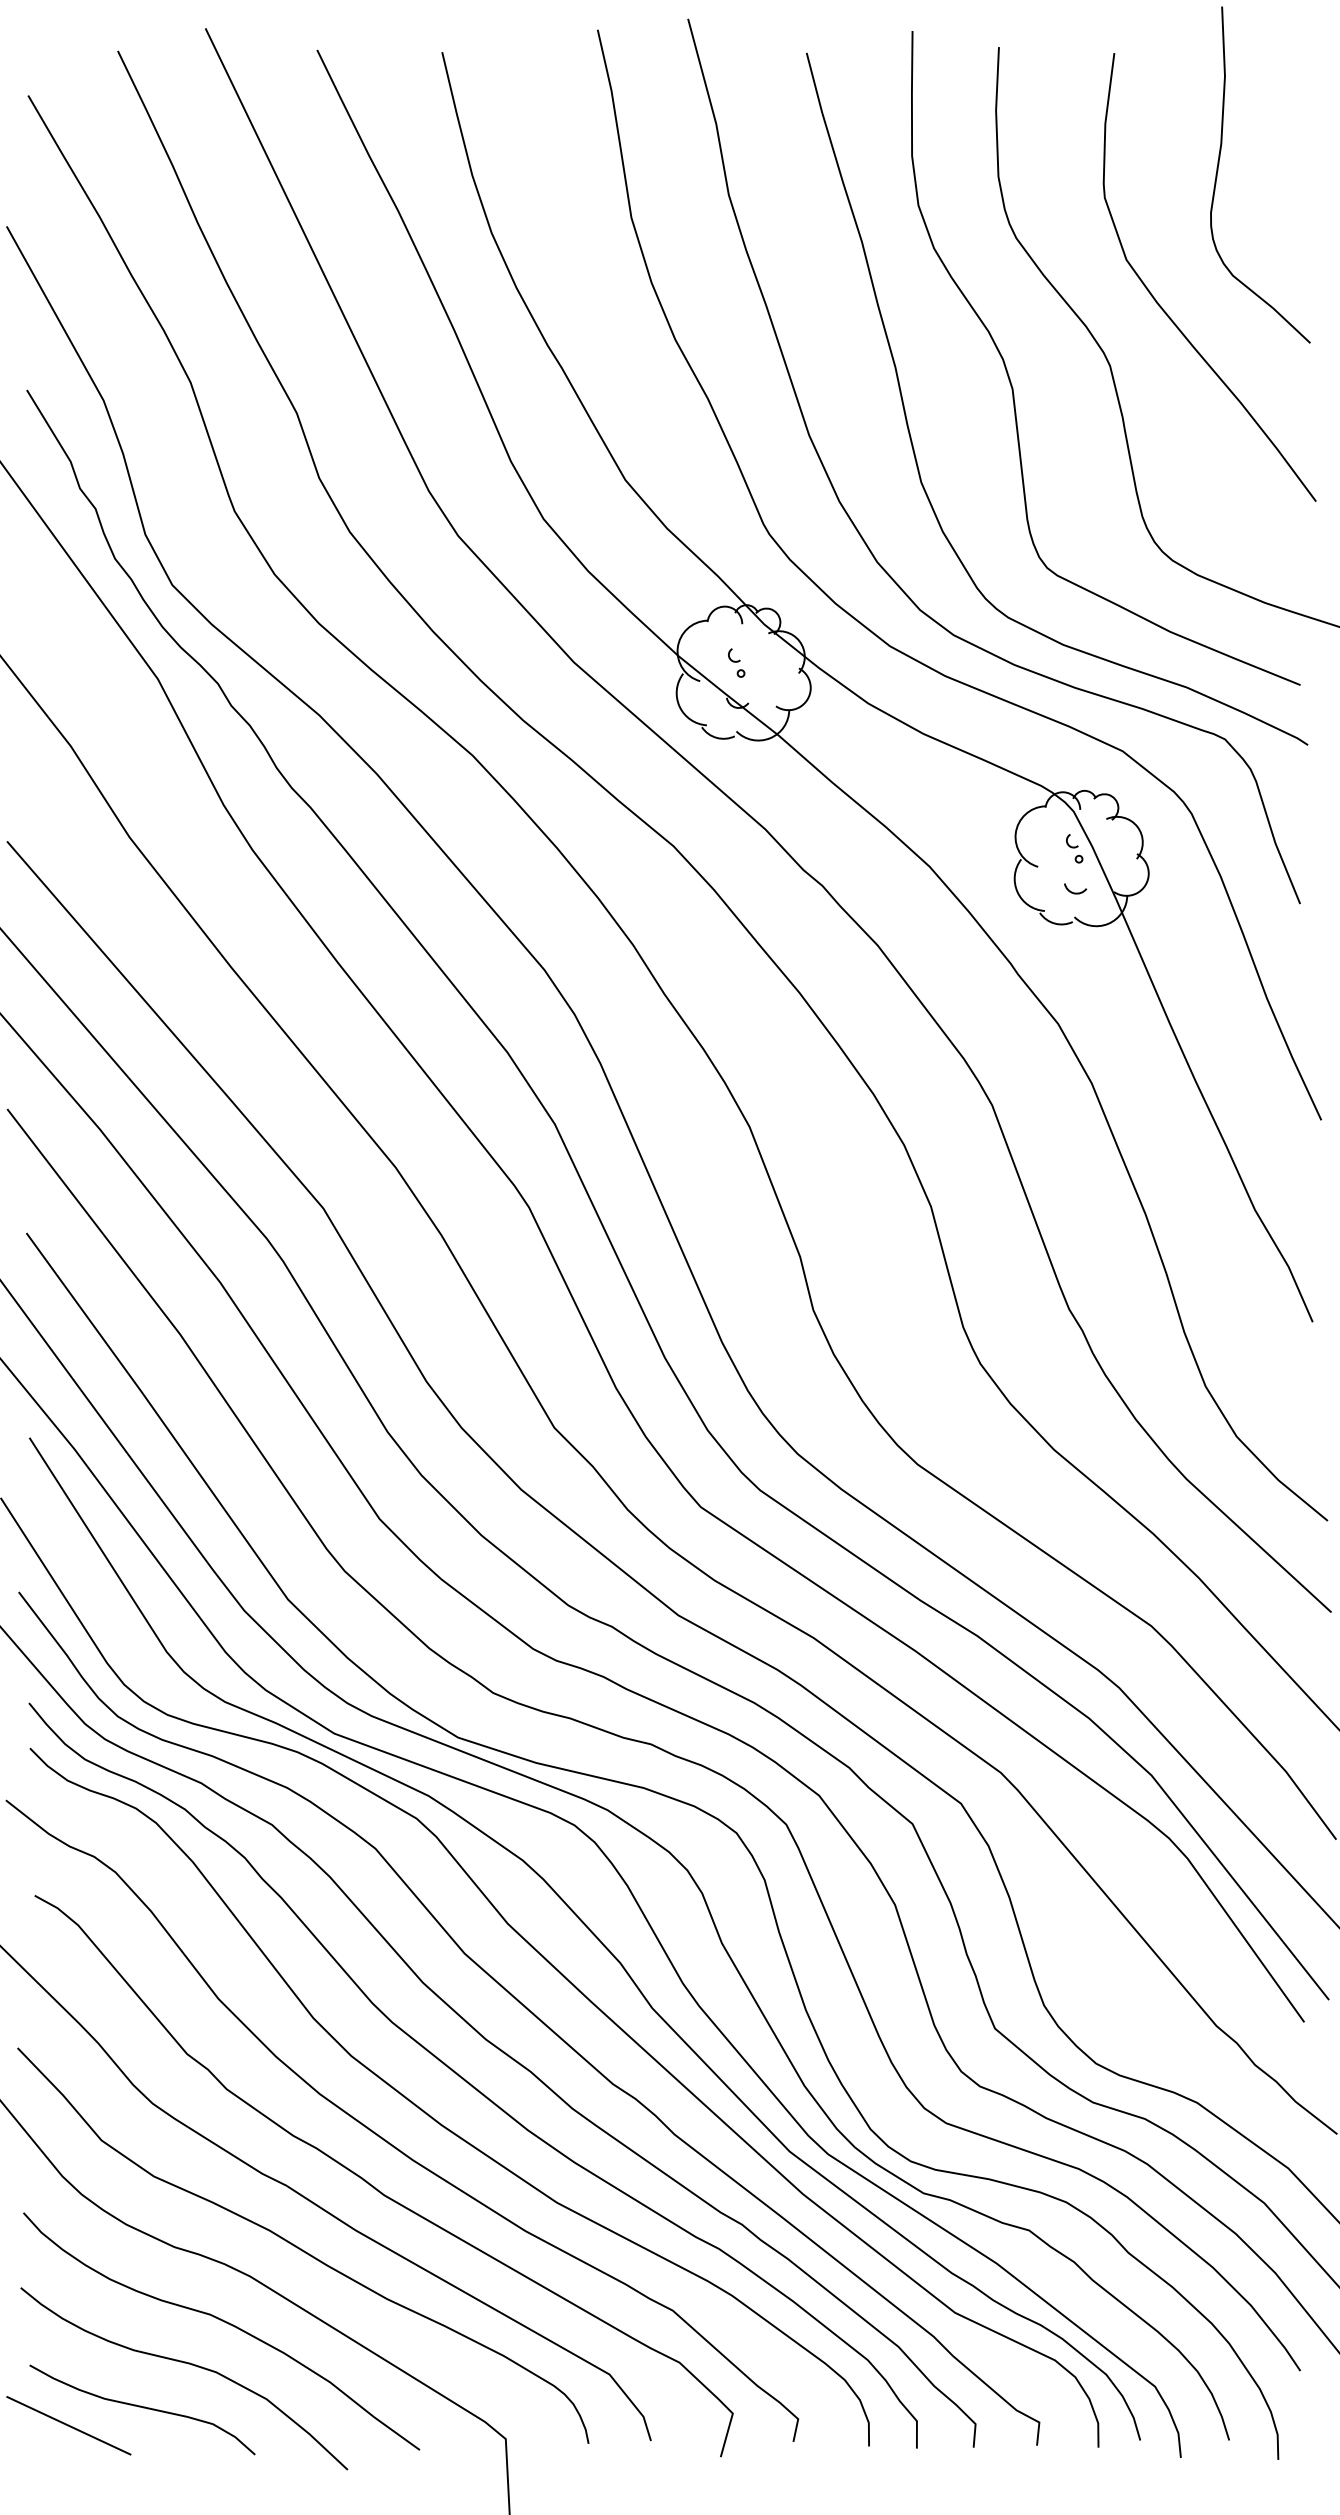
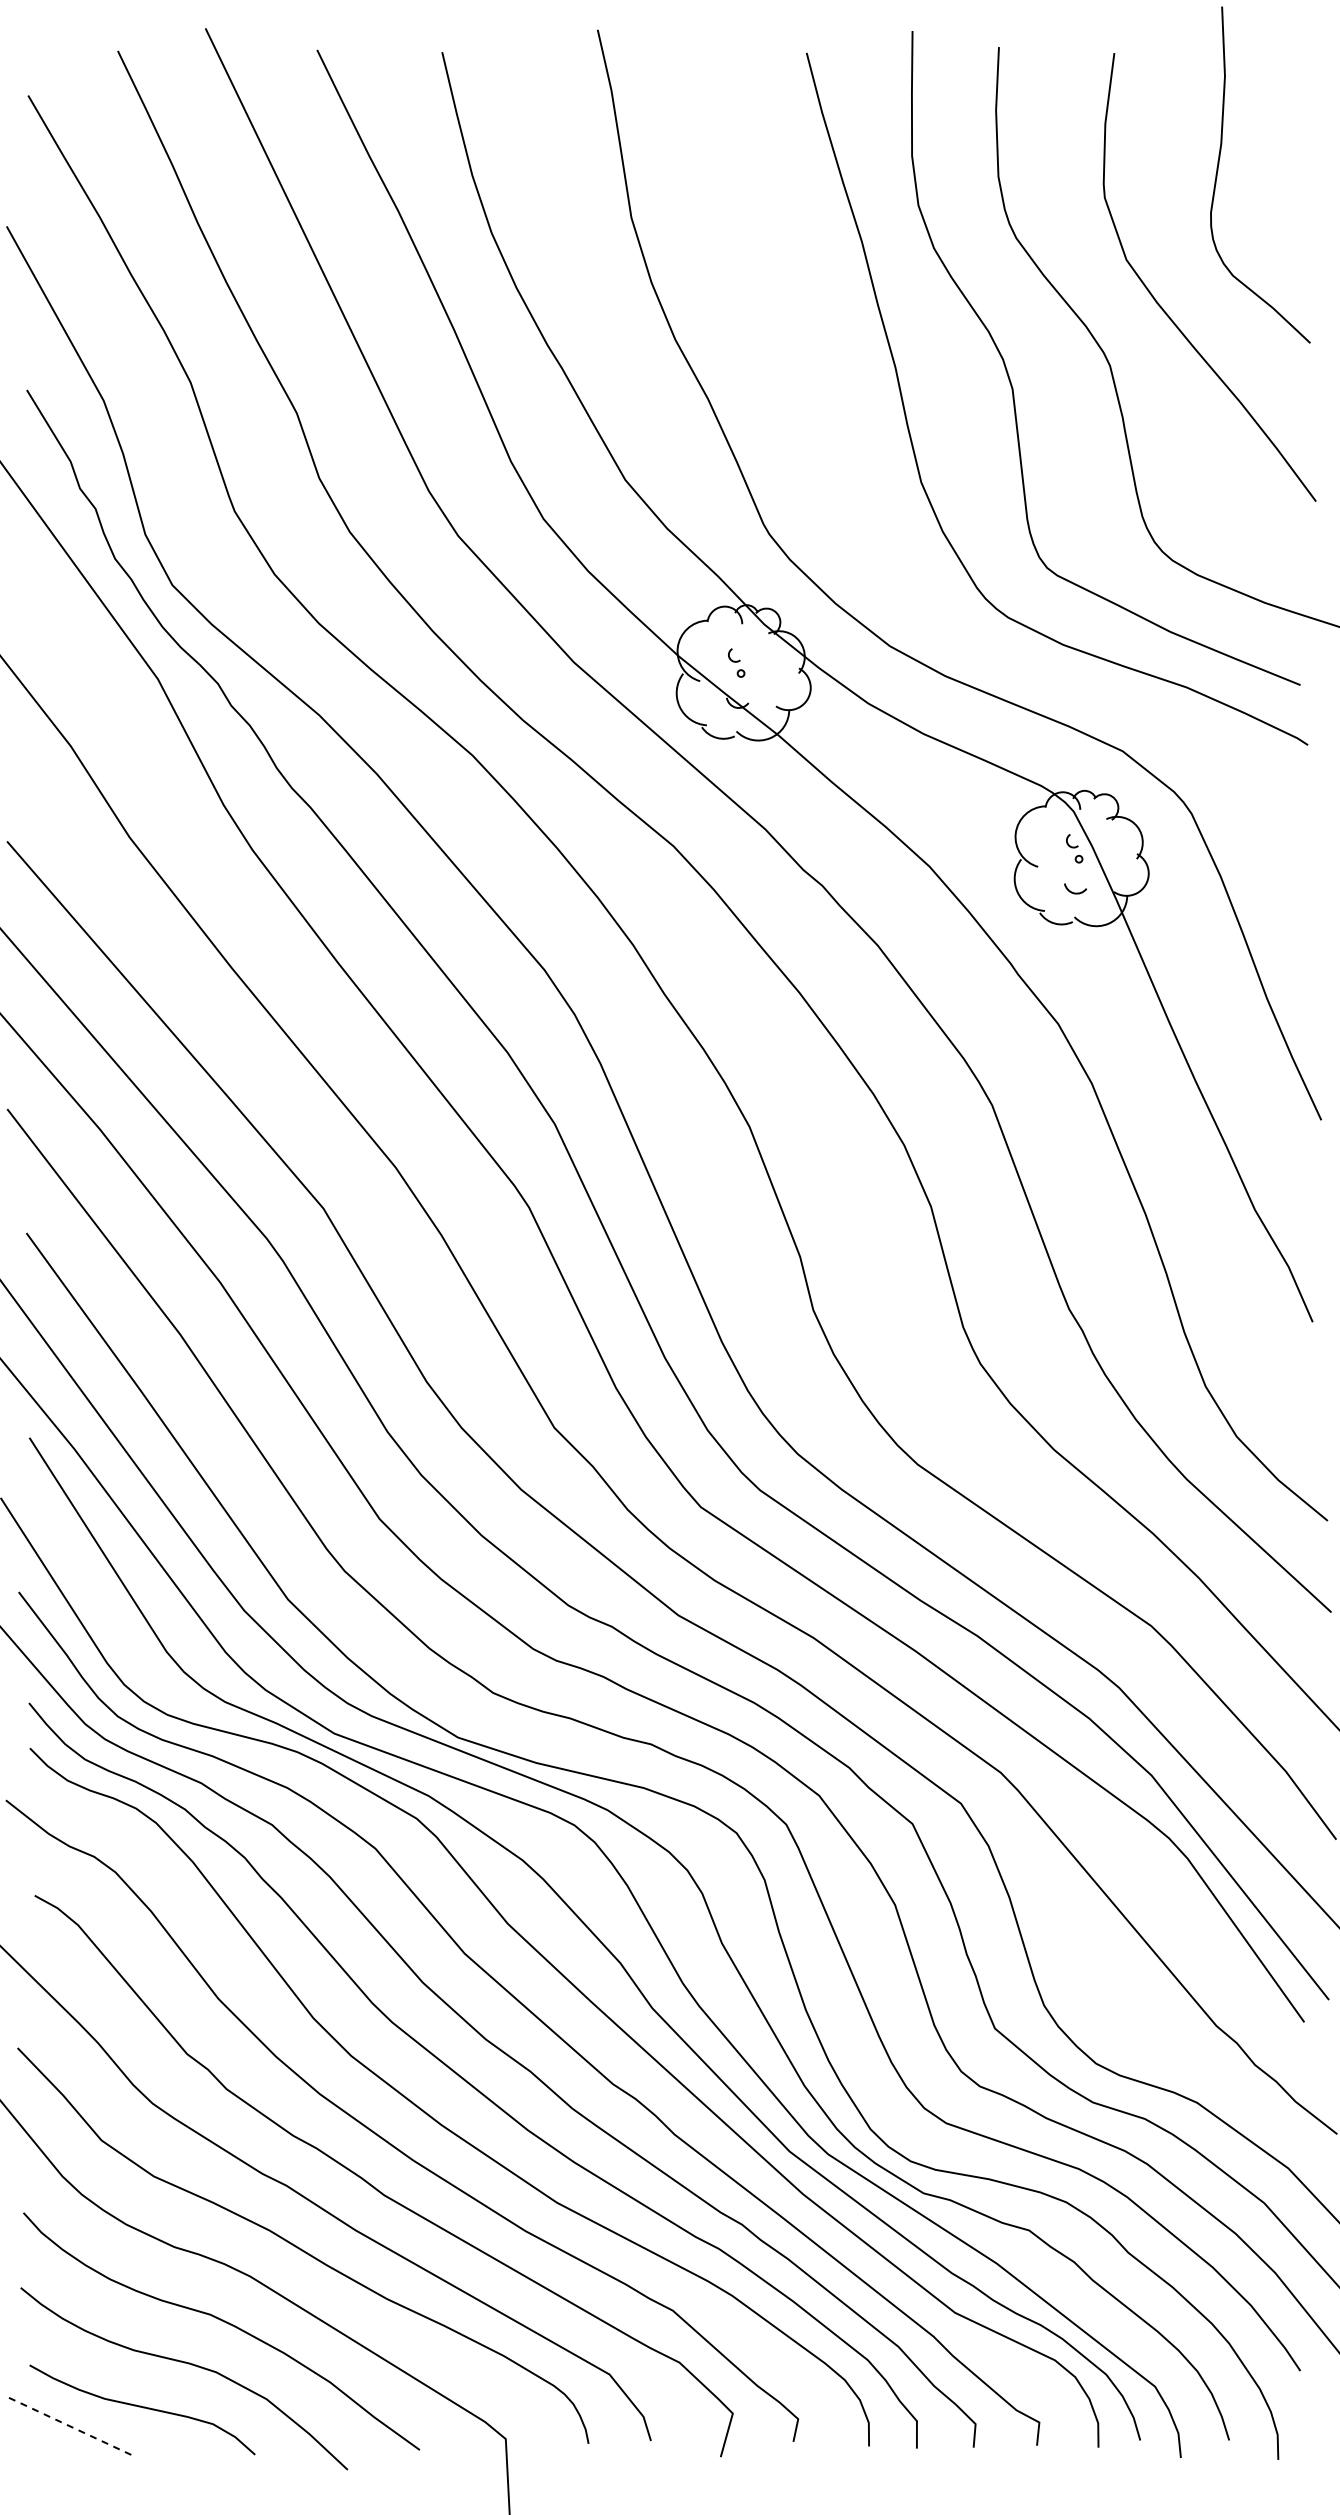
curve at (866, 542): present -> none
line at (68, 2425): solid -> dashed
